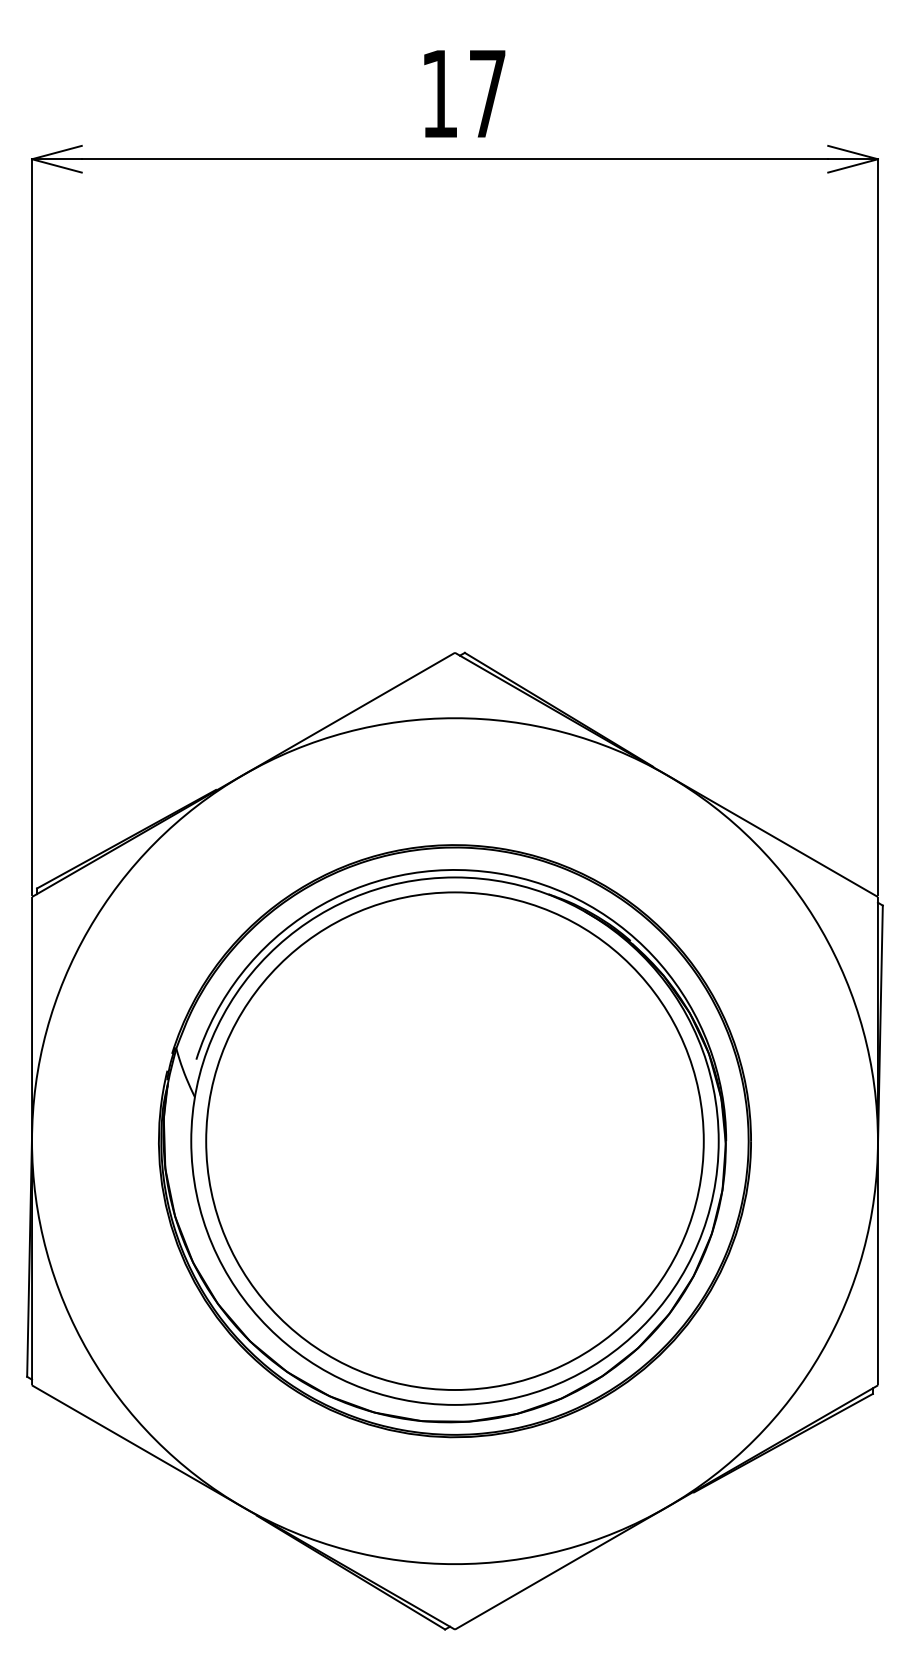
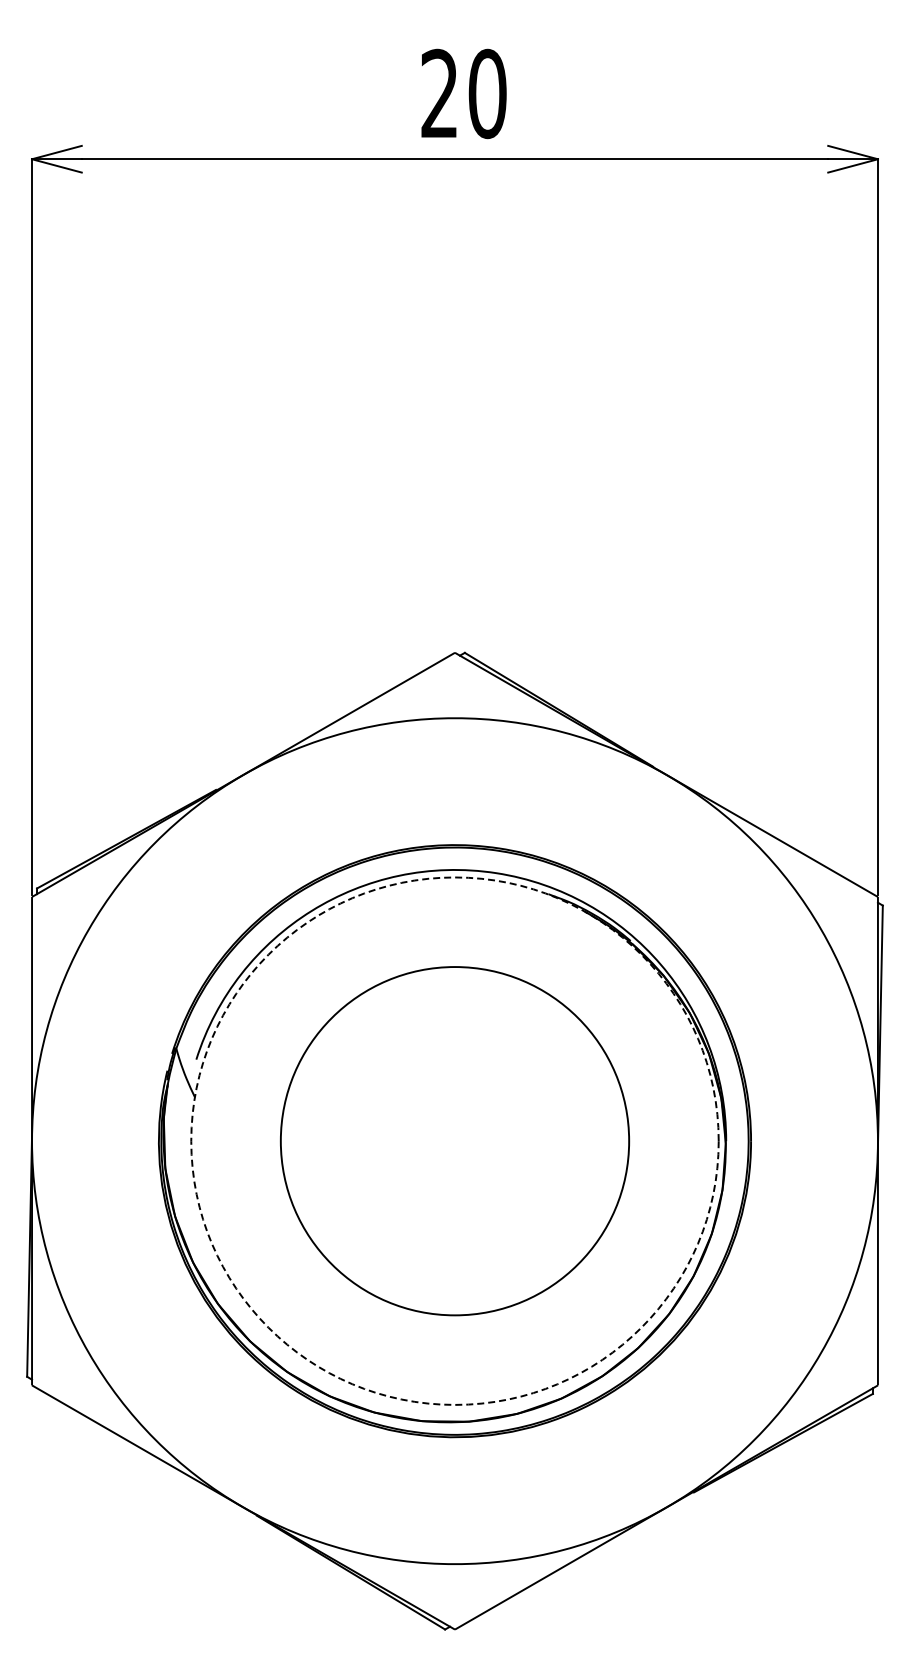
text at (463, 93): 17 -> 20
circle at (454, 1140): solid -> dashed
circle at (454, 1141) diameter: 498 px -> 348 px
